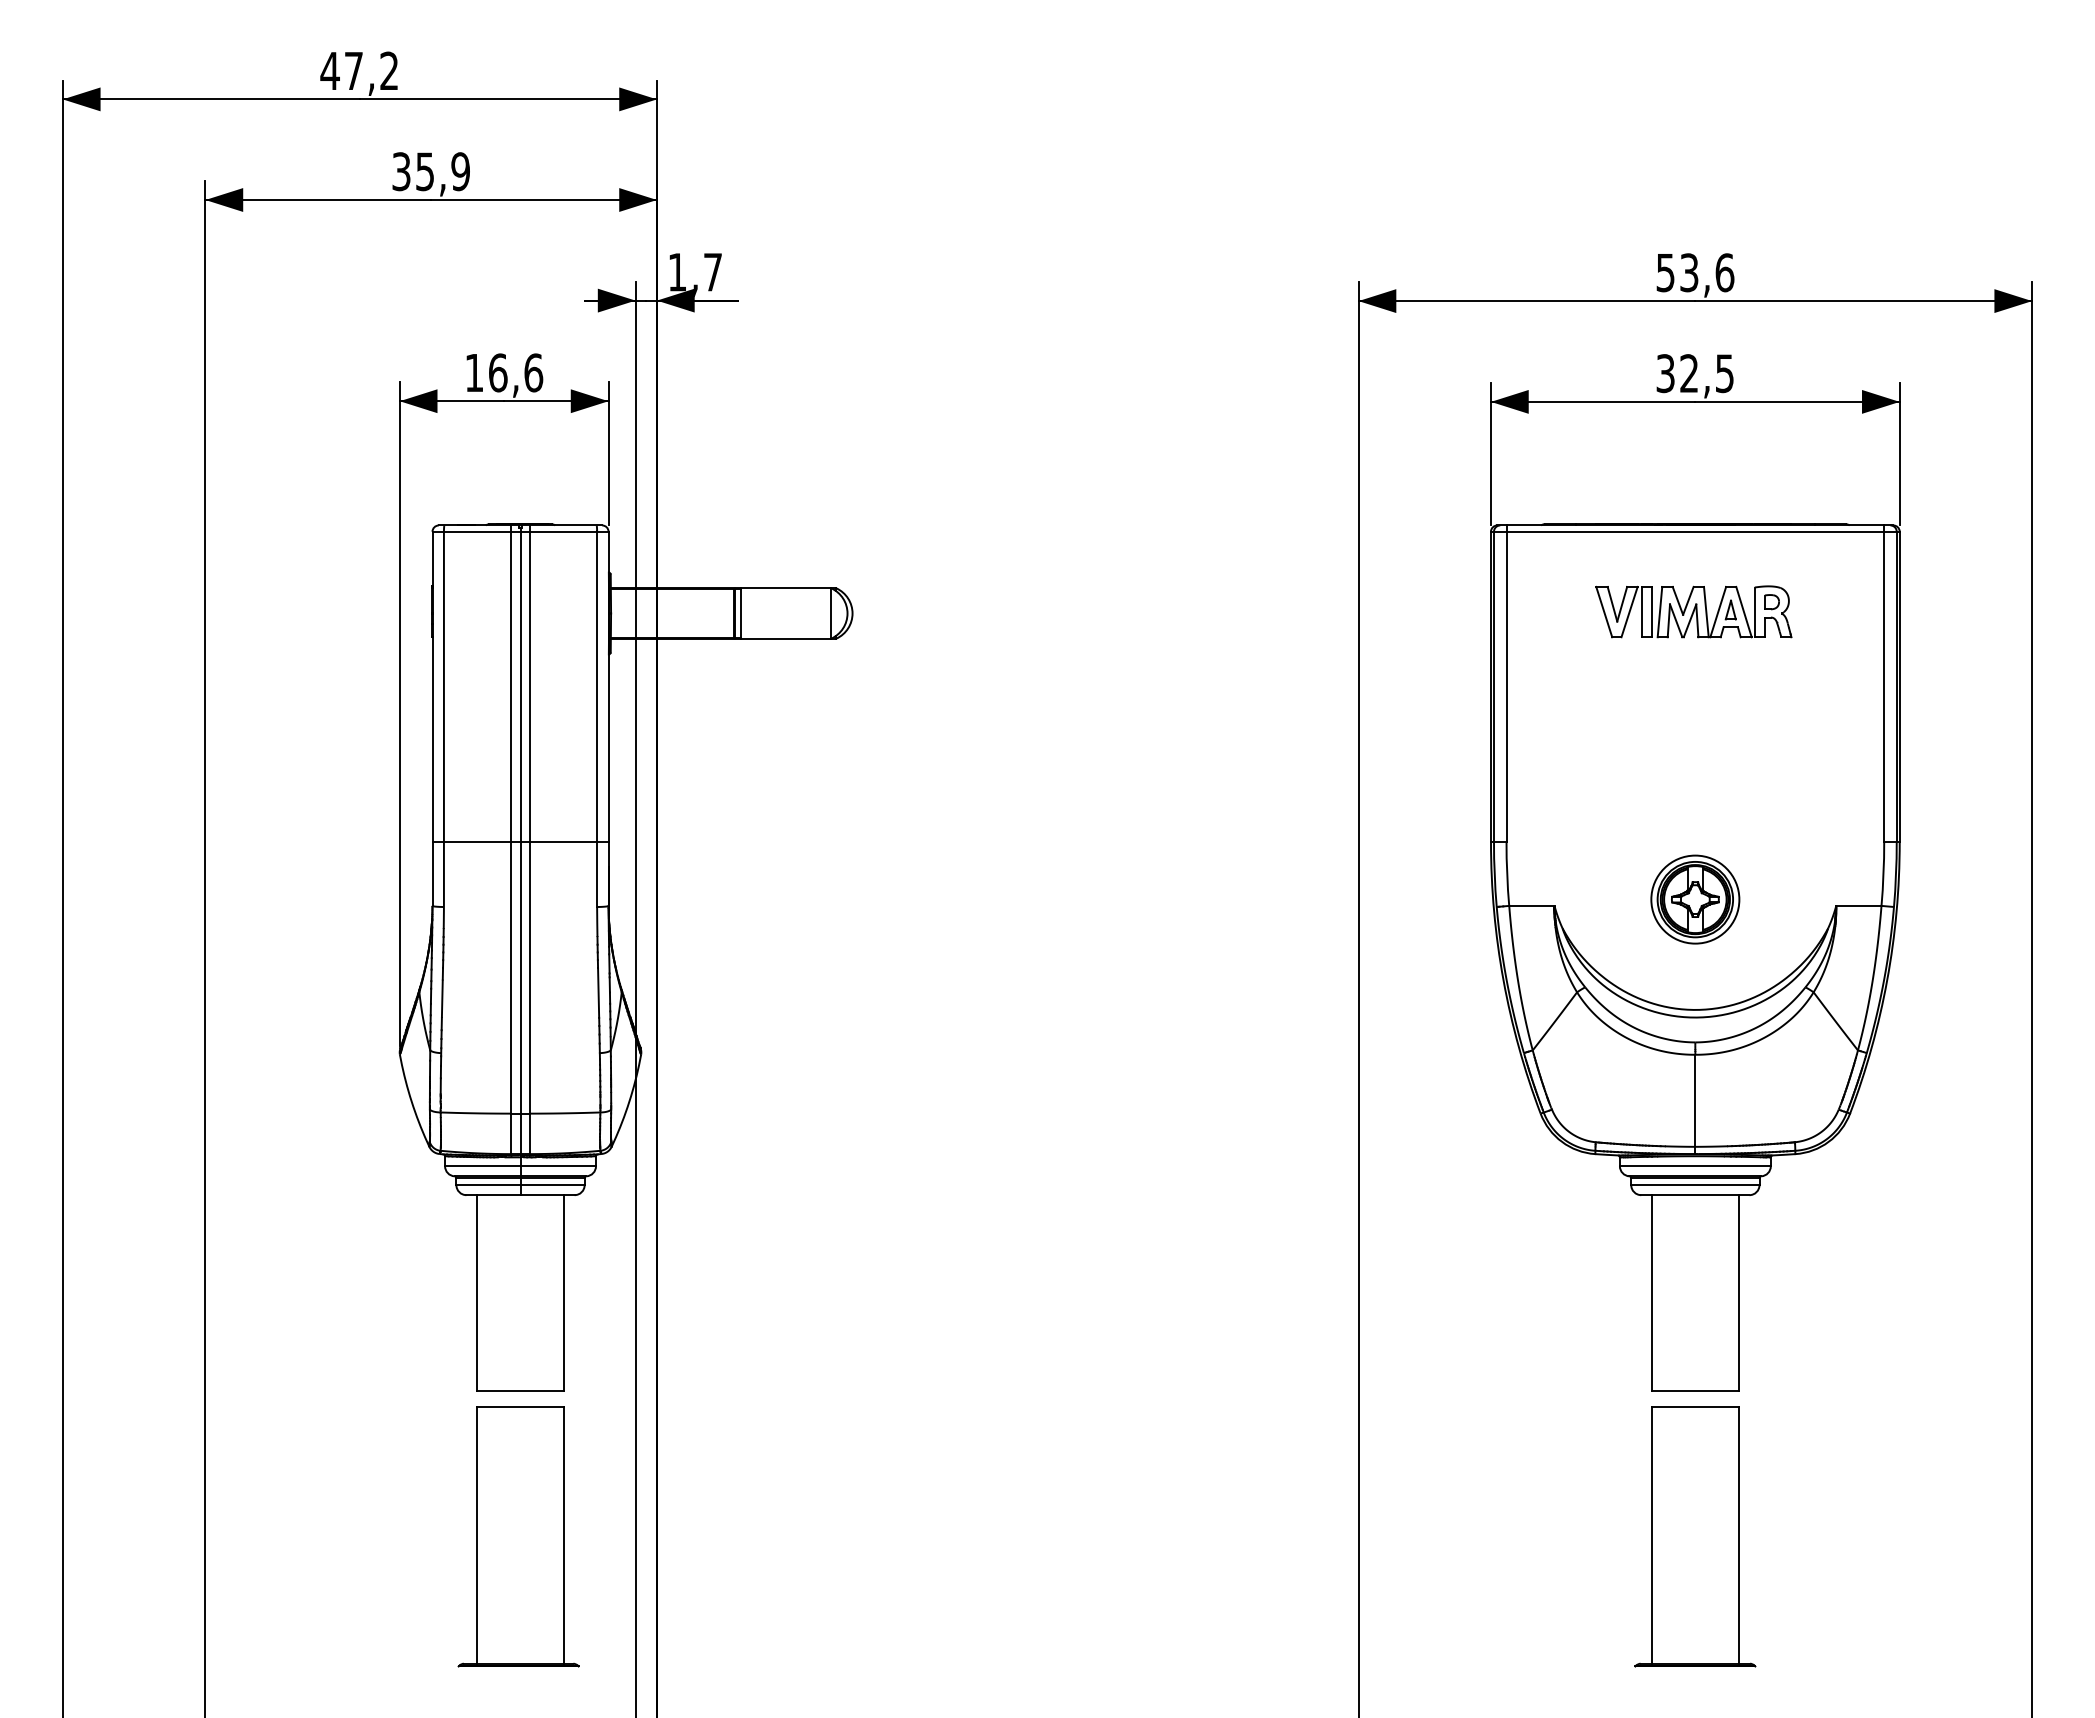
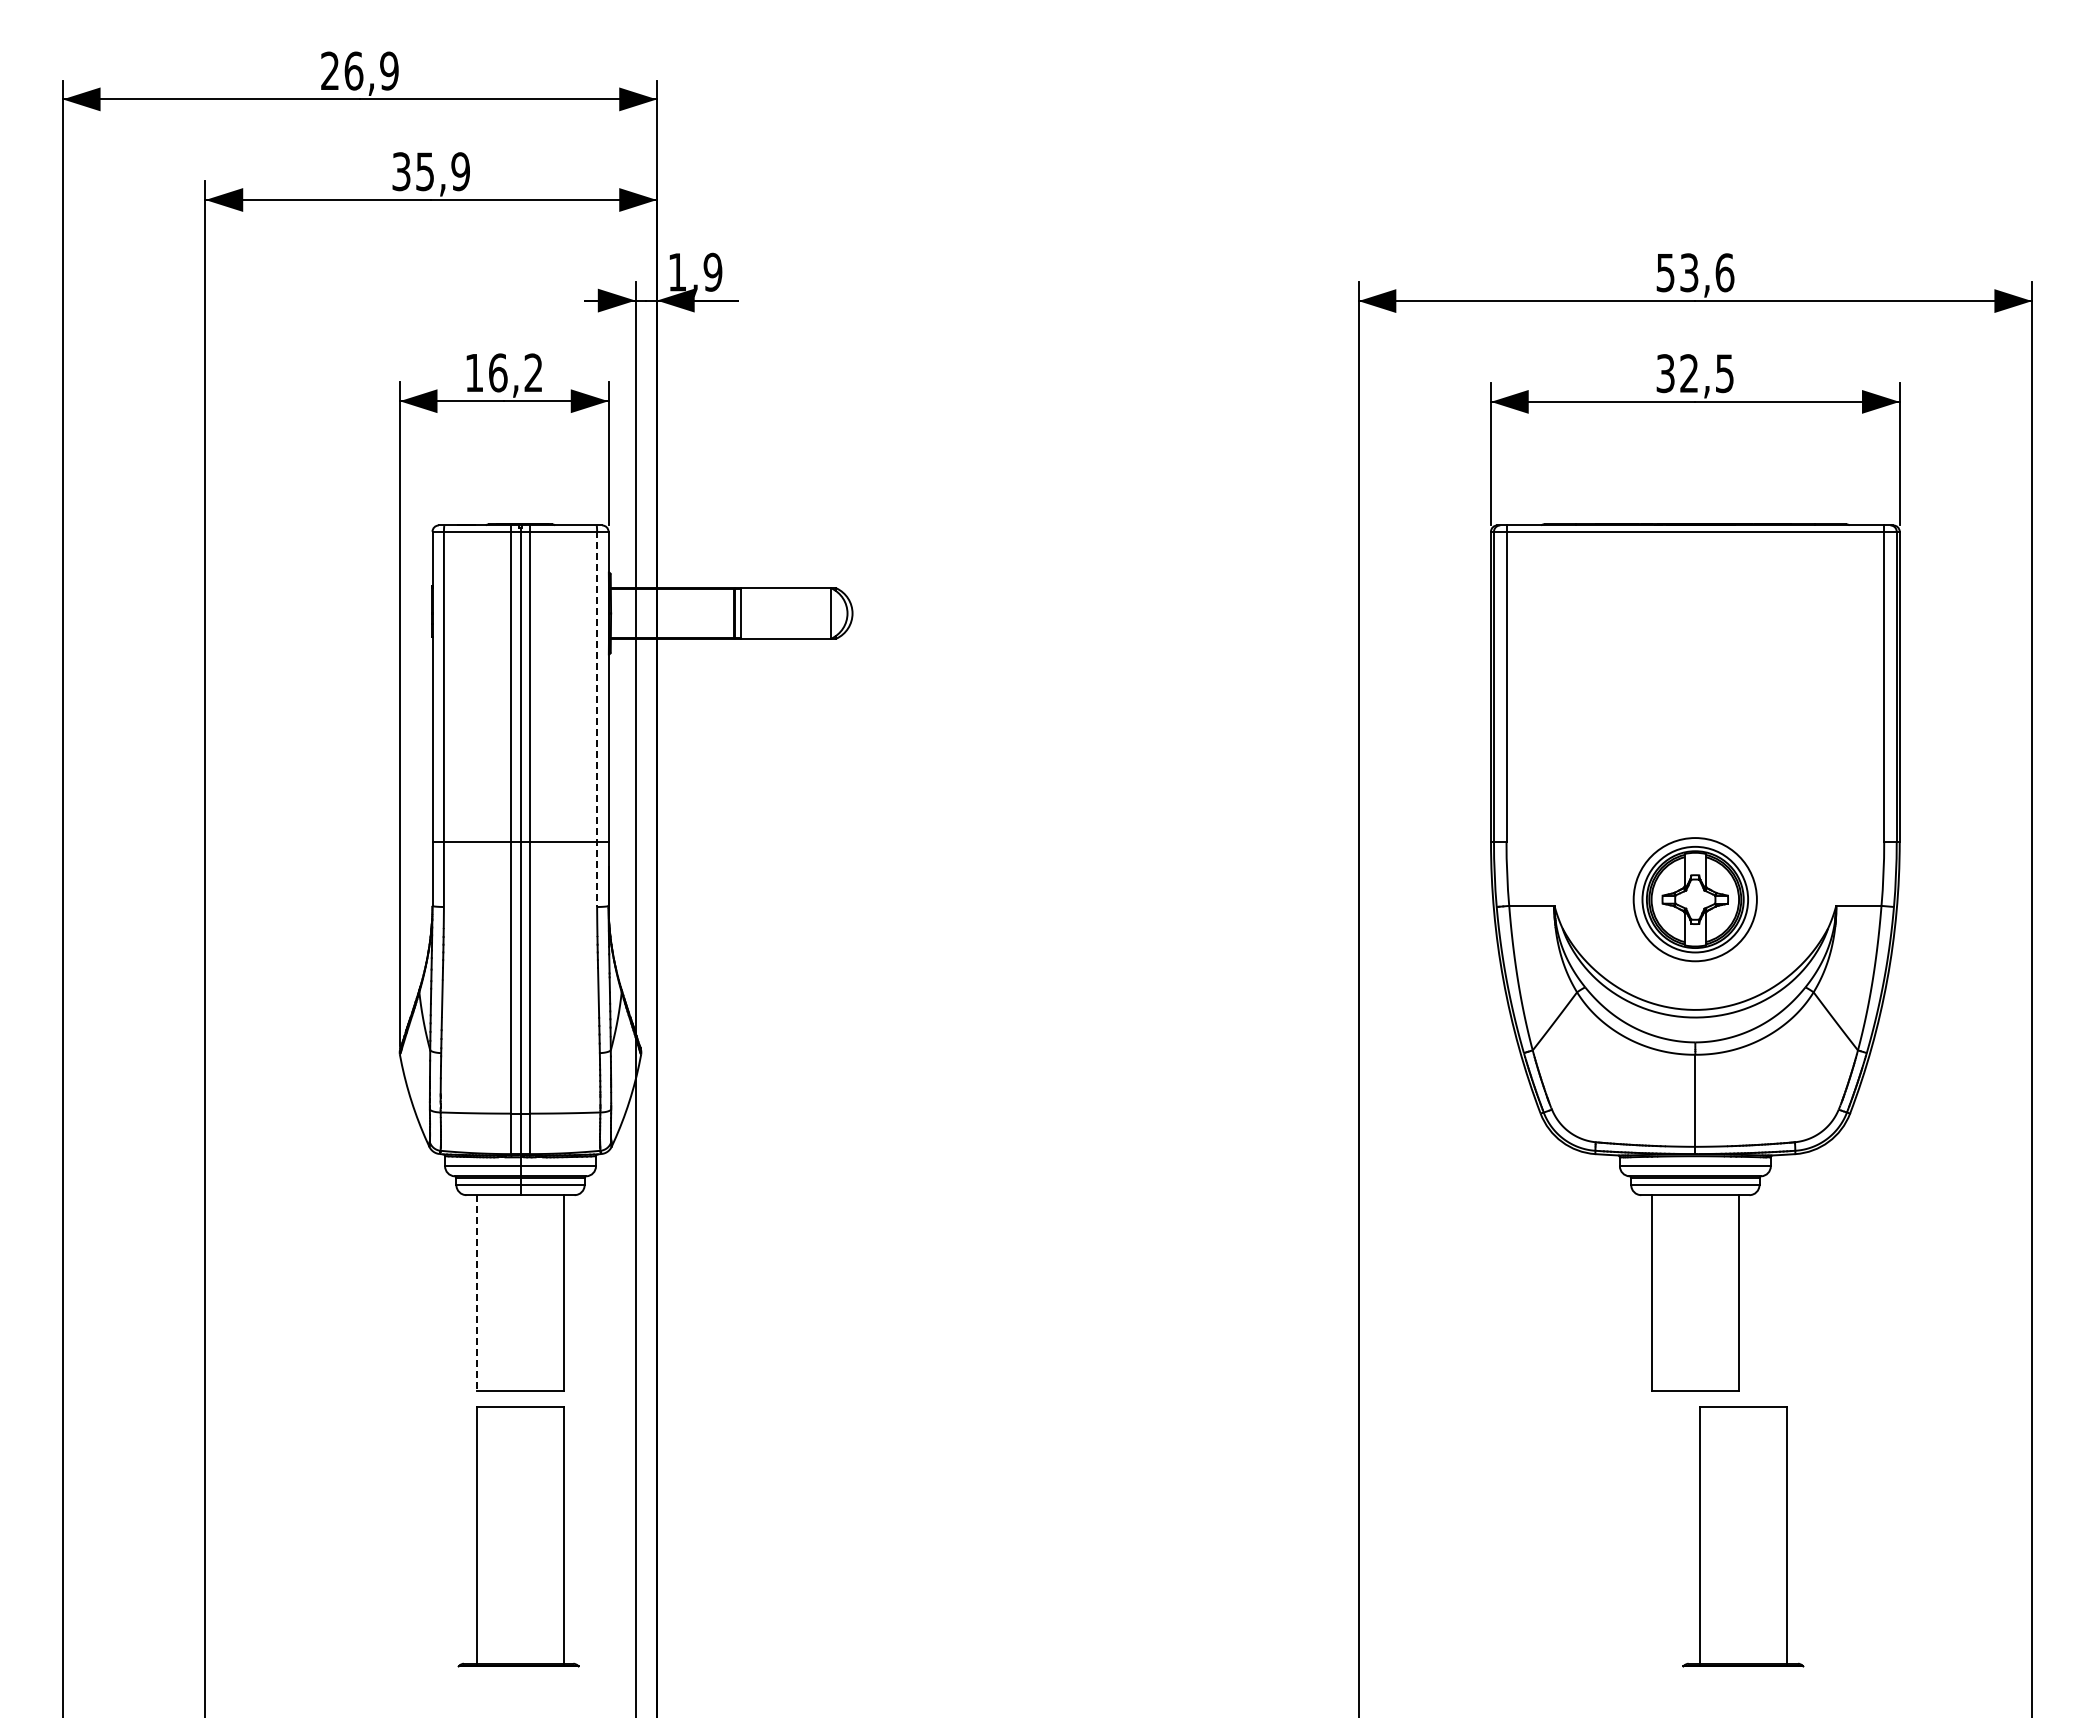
text at (359, 70): 47,2 -> 26,9
text at (712, 271): 1,7 -> 1,9
text at (533, 372): 16,6 -> 16,2
part at (1693, 611): present -> none
line at (597, 719): solid -> dashed
part at (1695, 899) size: 91x91 px -> 126x126 px
line at (477, 1292): solid -> dashed
part at (1695, 1536) position: (1695, 1536) -> (1743, 1536)
